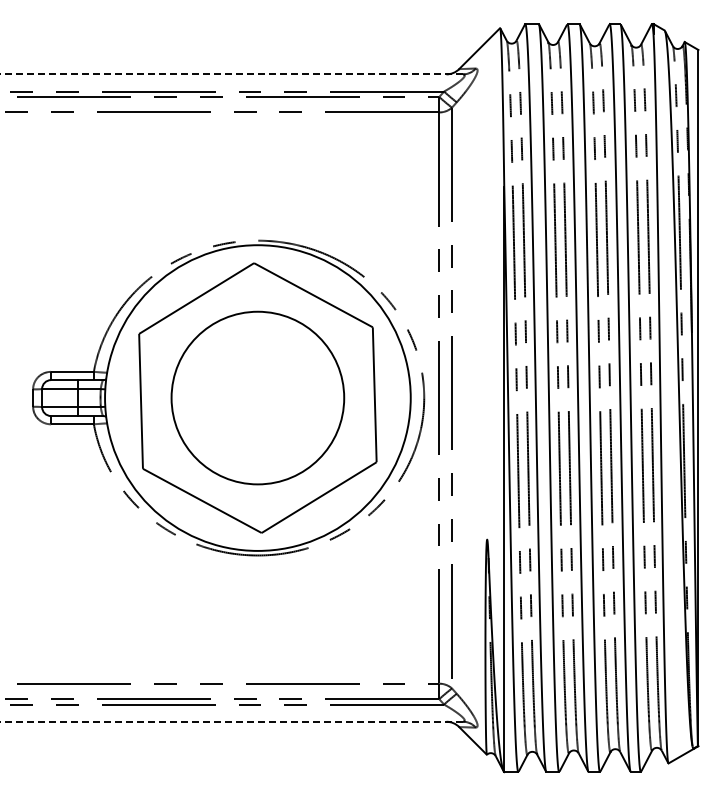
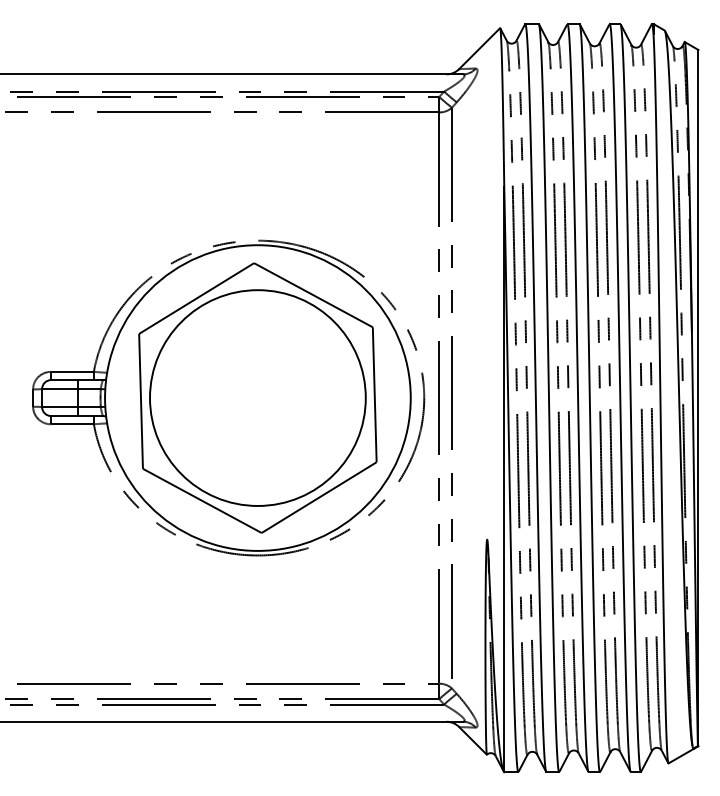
line at (231, 74): dashed -> solid
circle at (257, 397) diameter: 173 px -> 216 px
line at (231, 721): dashed -> solid
